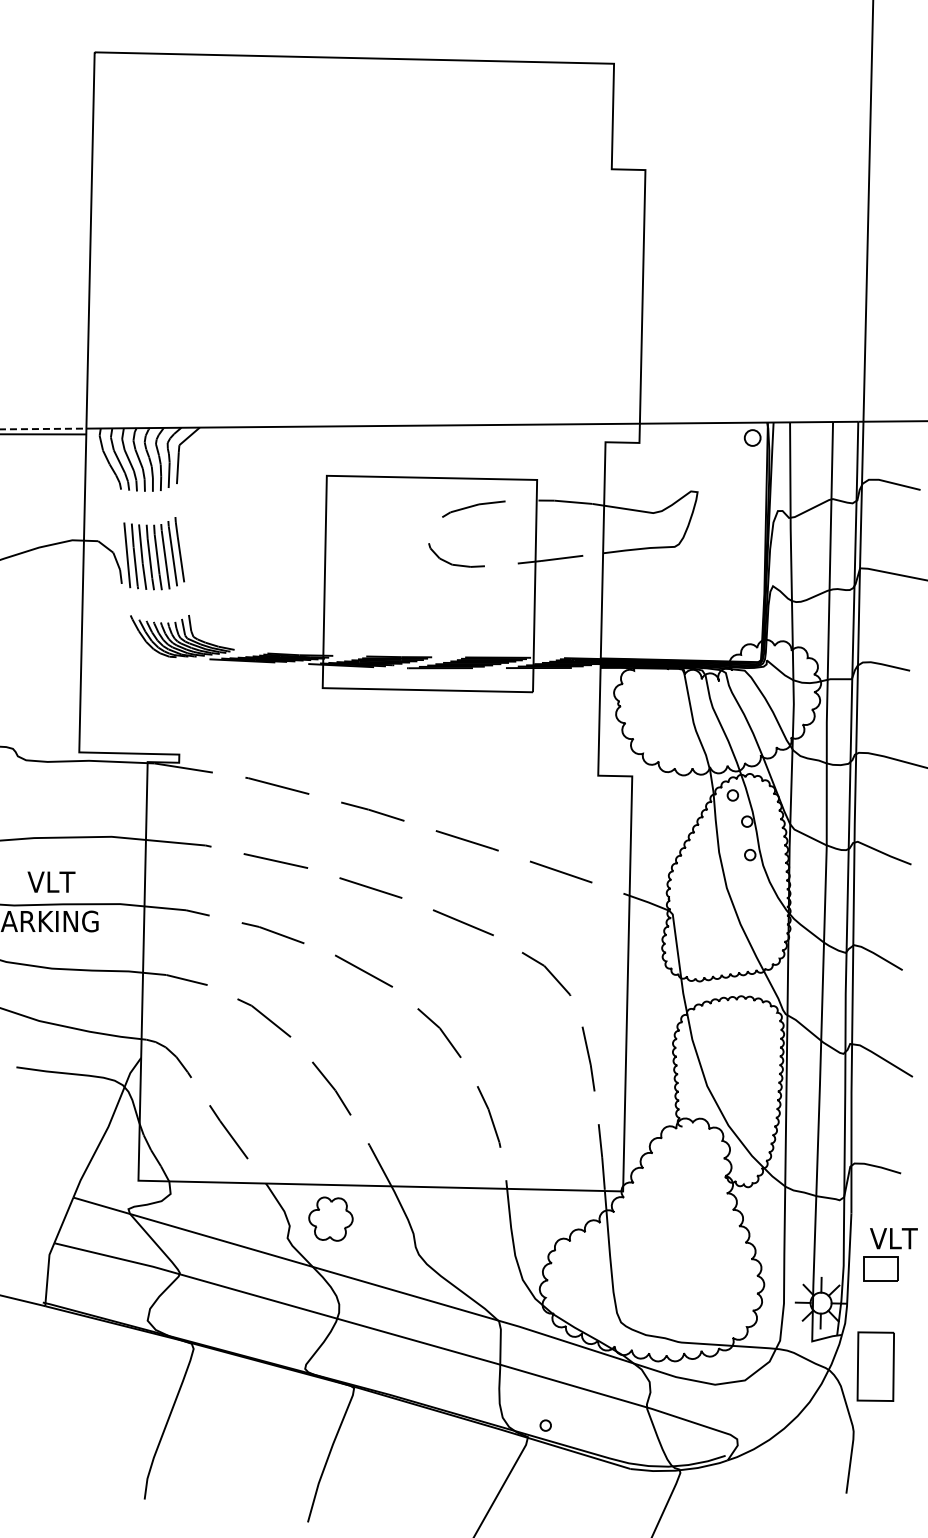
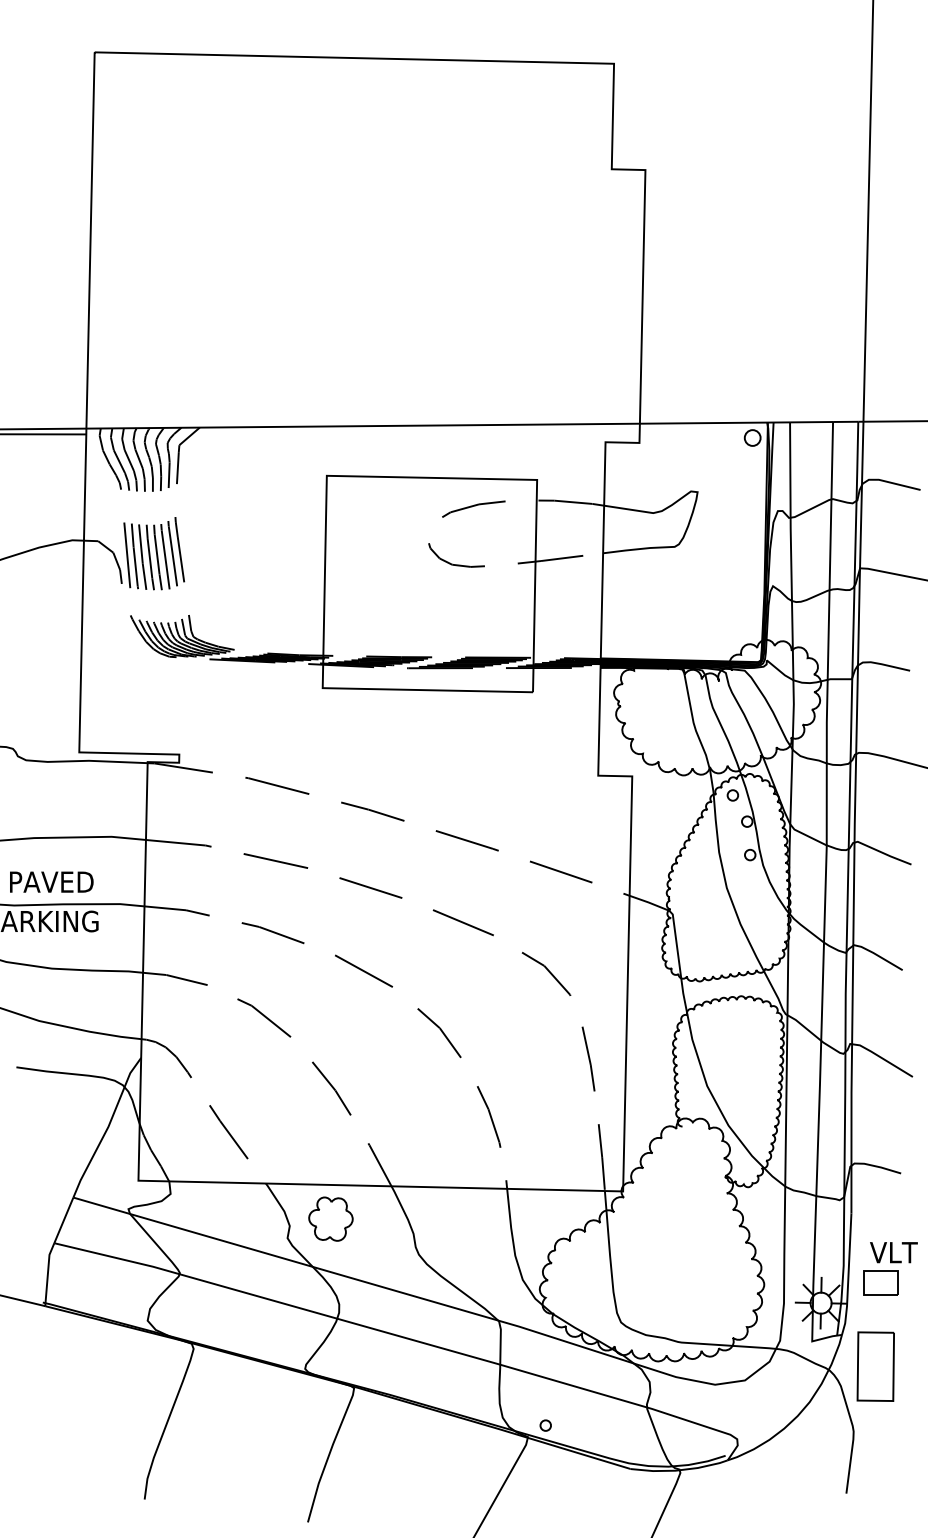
line at (43, 429): dashed -> solid
text at (51, 881): VLT -> PAVED
part at (890, 1254) position: (890, 1254) -> (890, 1268)
